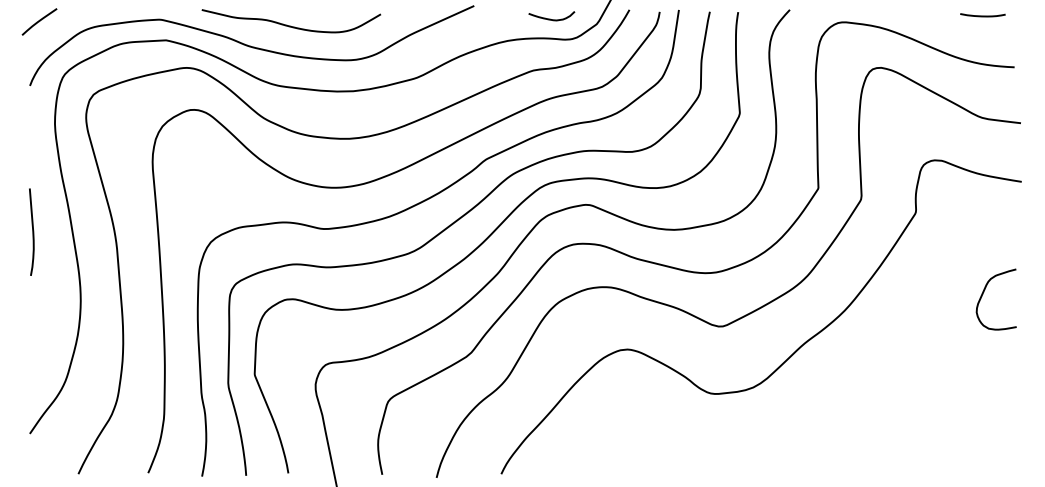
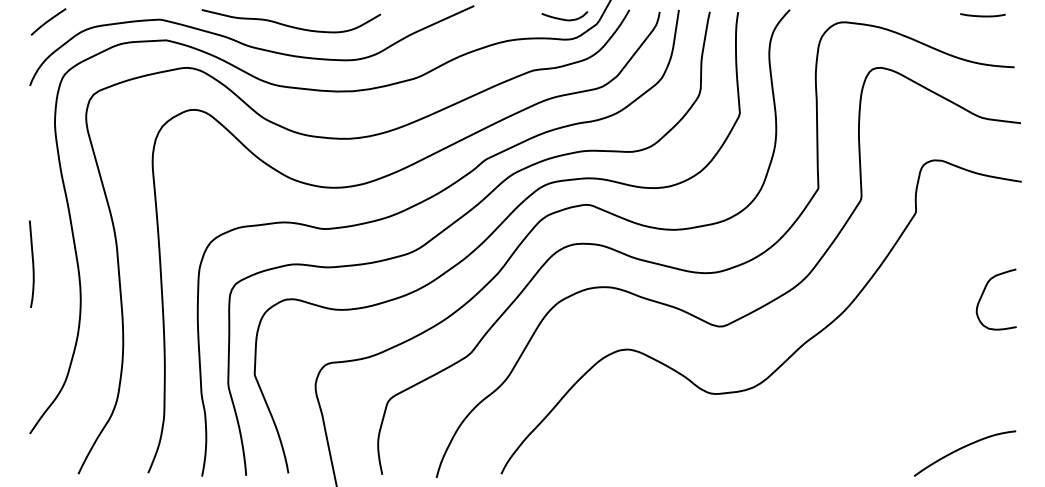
curve at (550, 18) position: (550, 18) -> (563, 18)
line at (39, 21) position: (39, 21) -> (48, 21)
curve at (32, 231) position: (32, 231) -> (32, 263)
curve at (961, 449): none -> present
